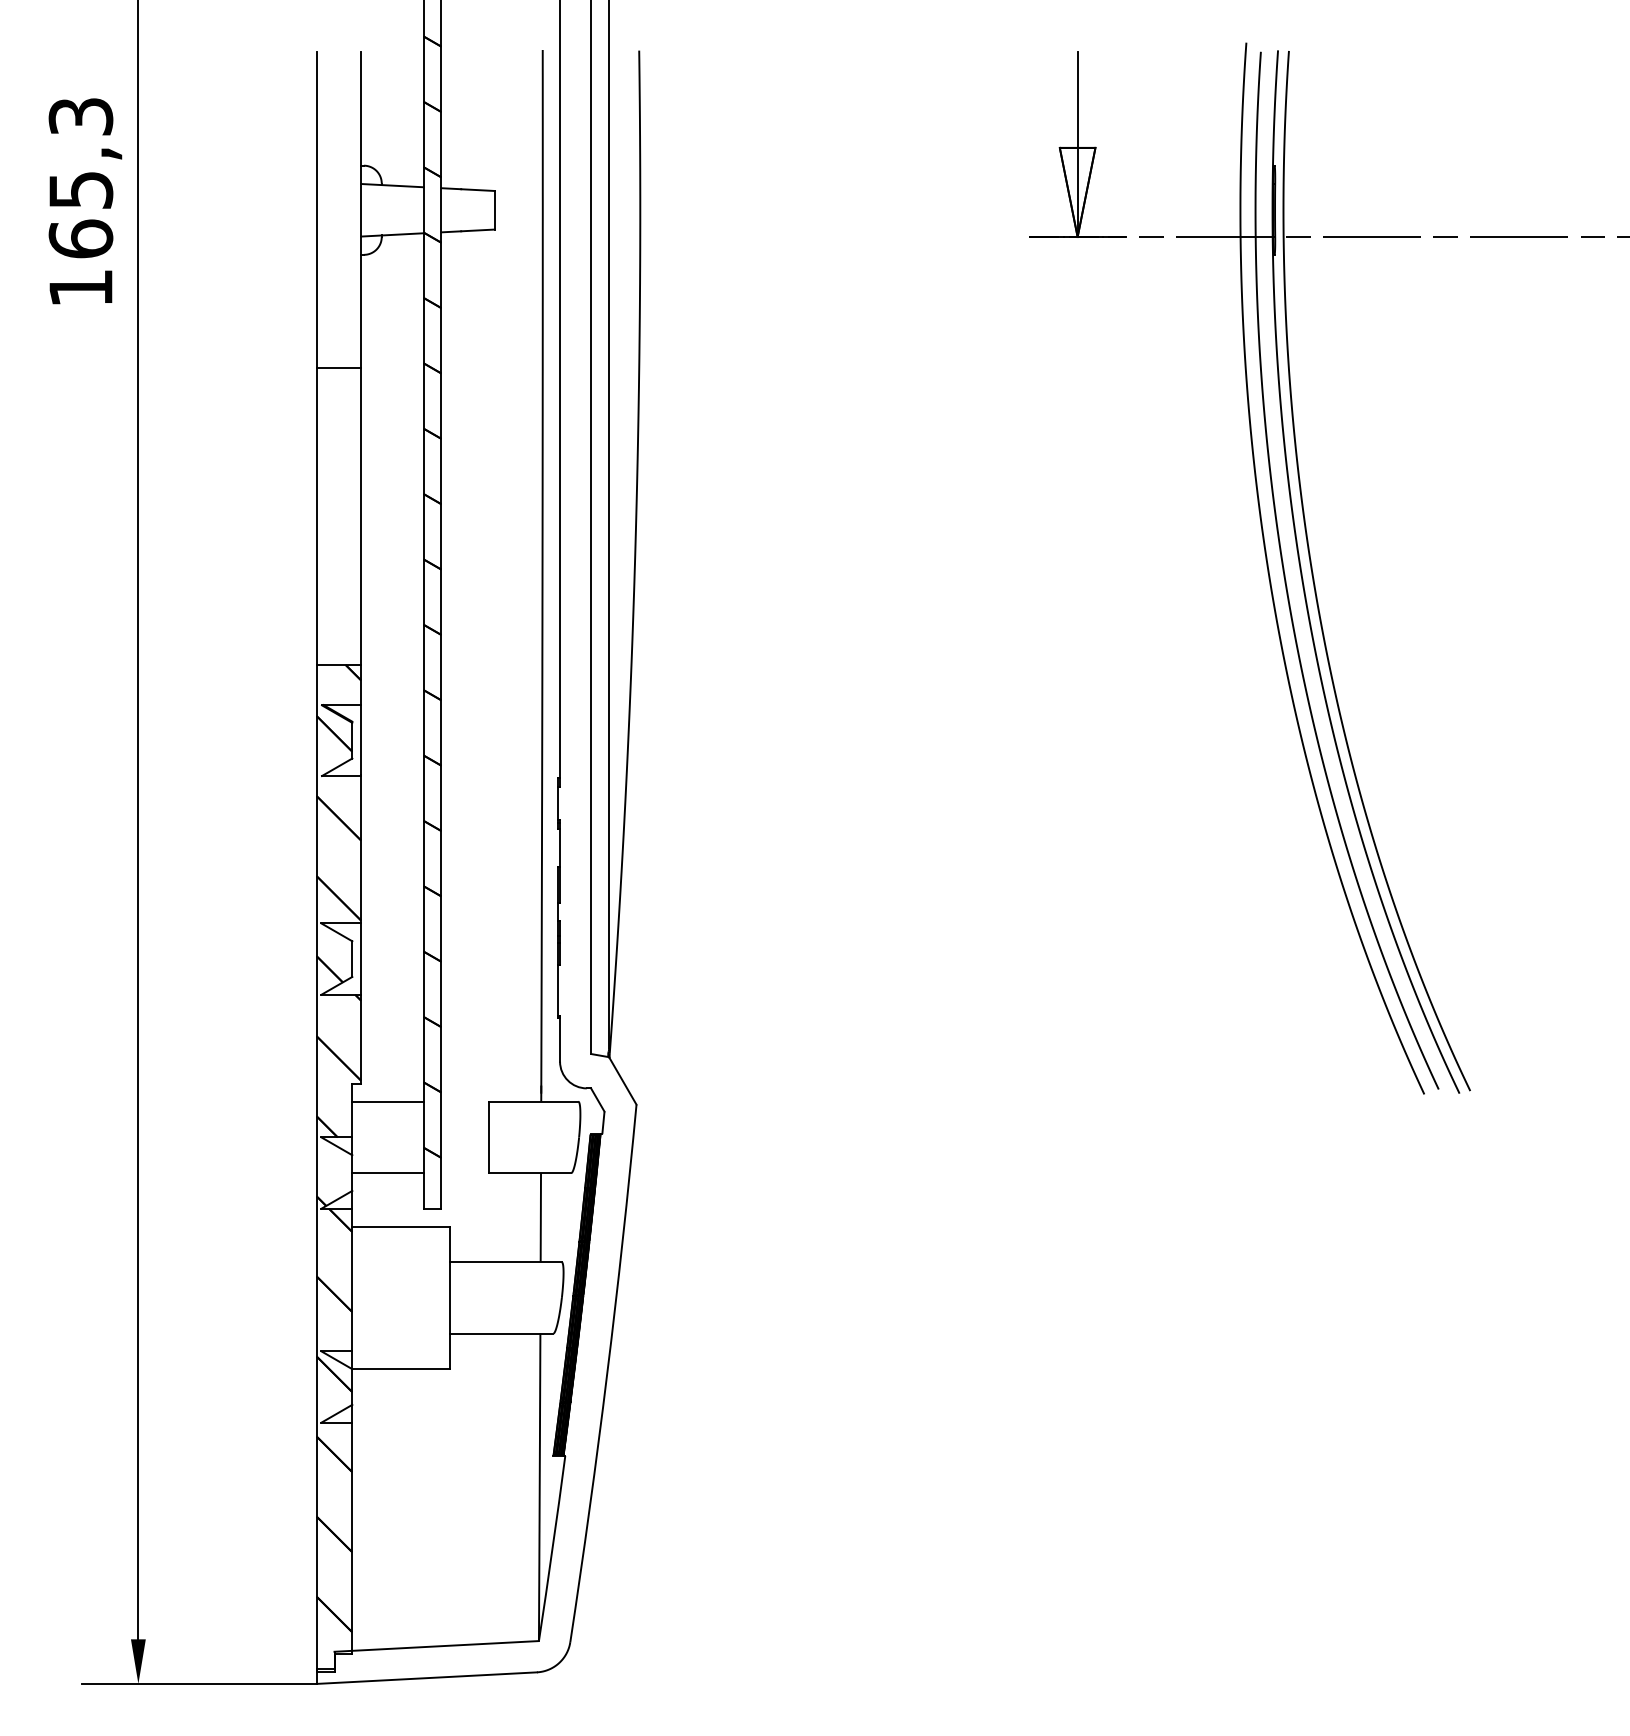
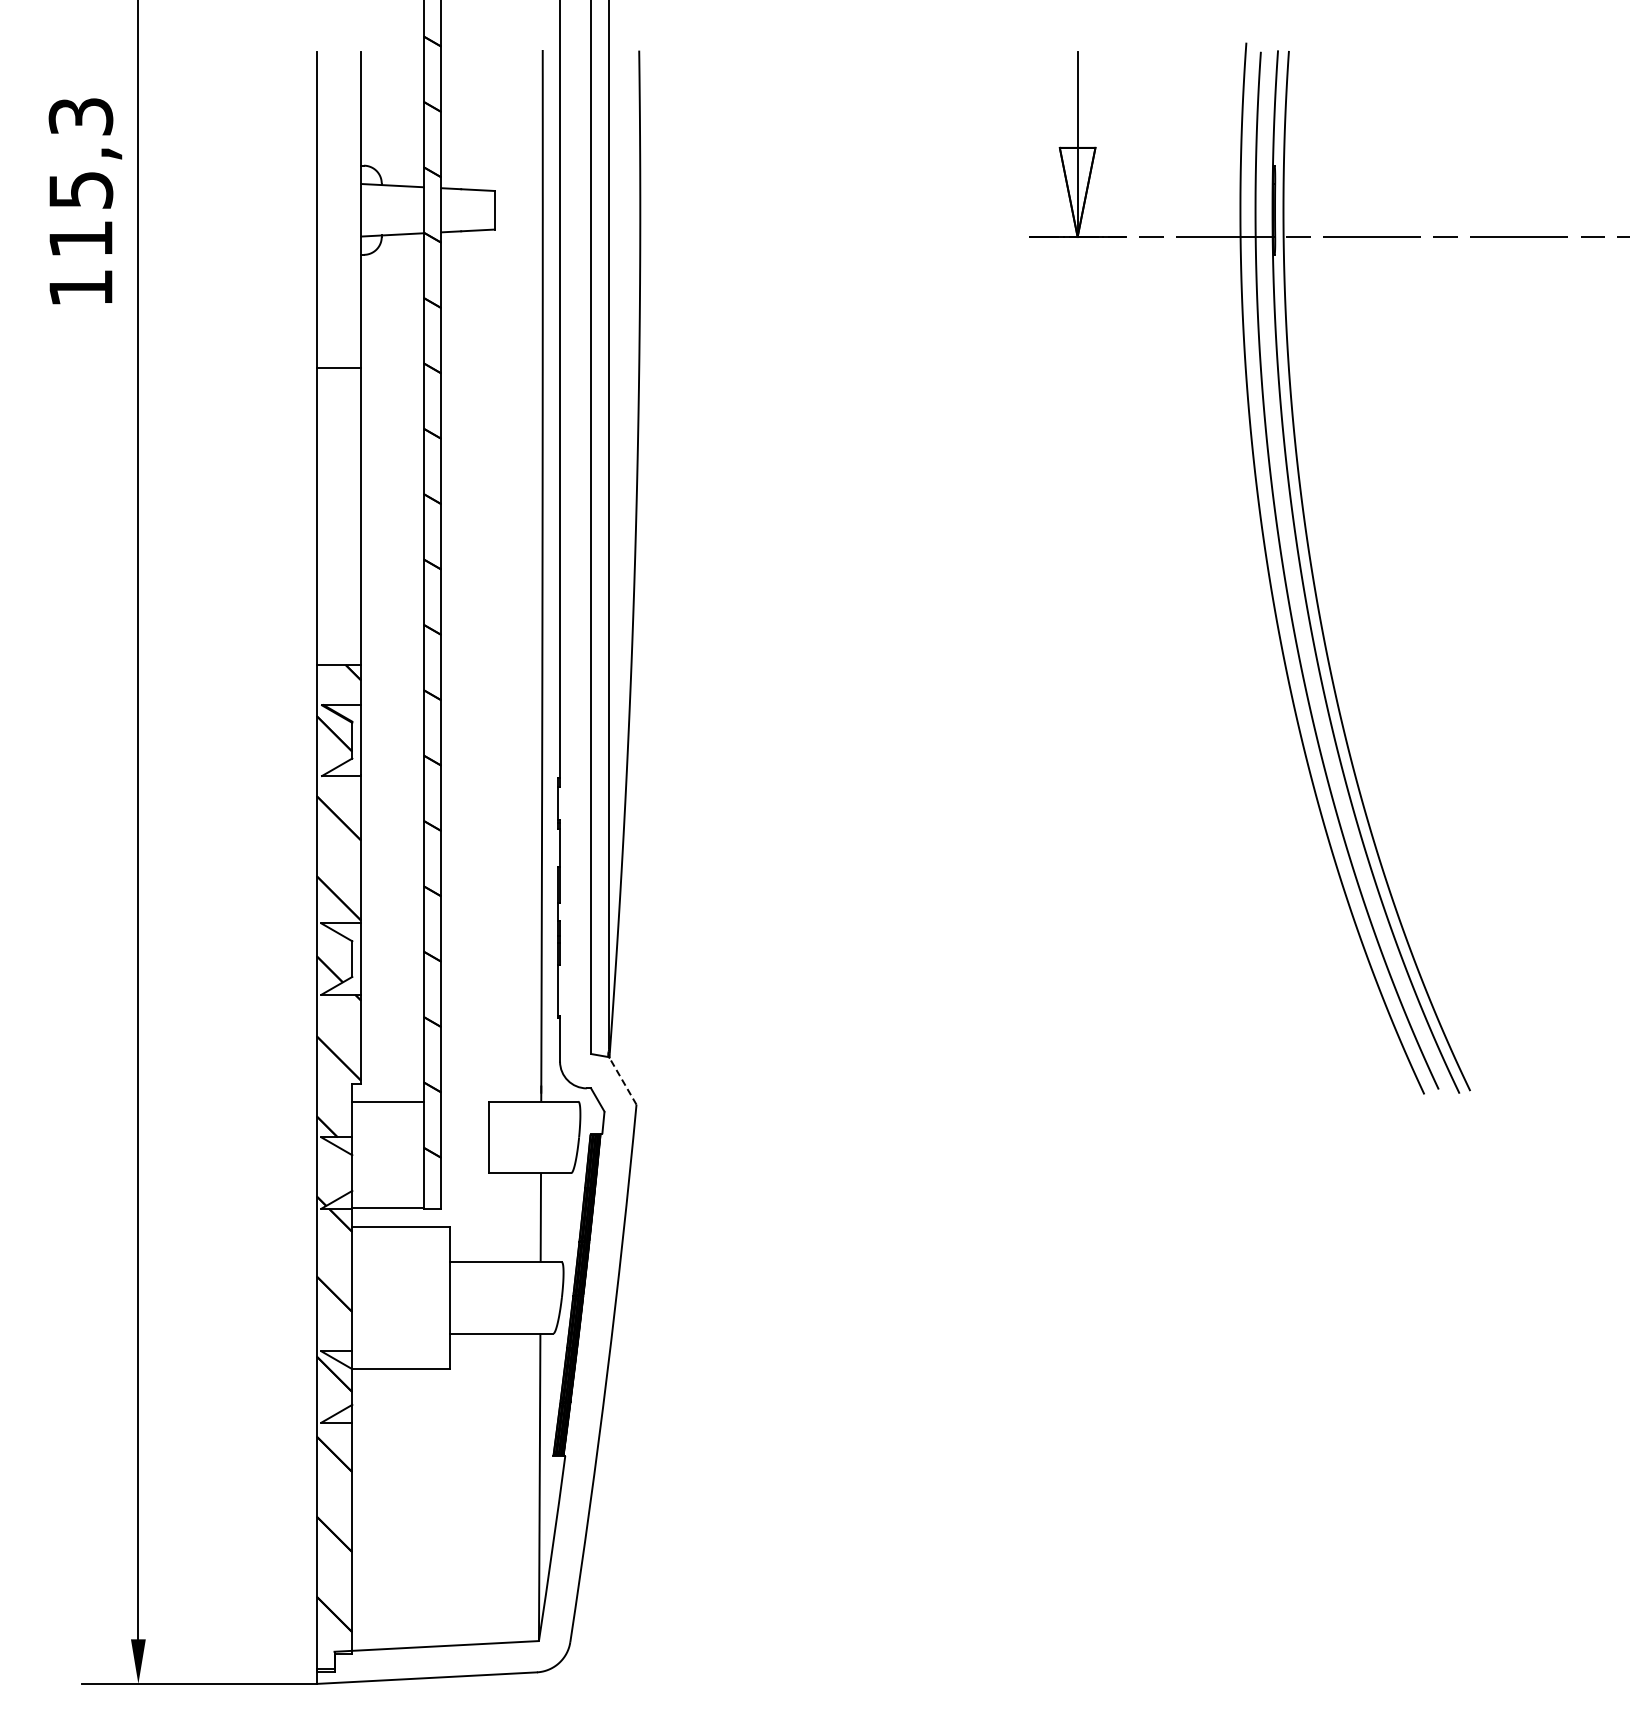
text at (80, 238): 165,3 -> 115,3
line at (622, 1080): solid -> dashed
line at (387, 1173) position: (387, 1173) -> (387, 1208)
